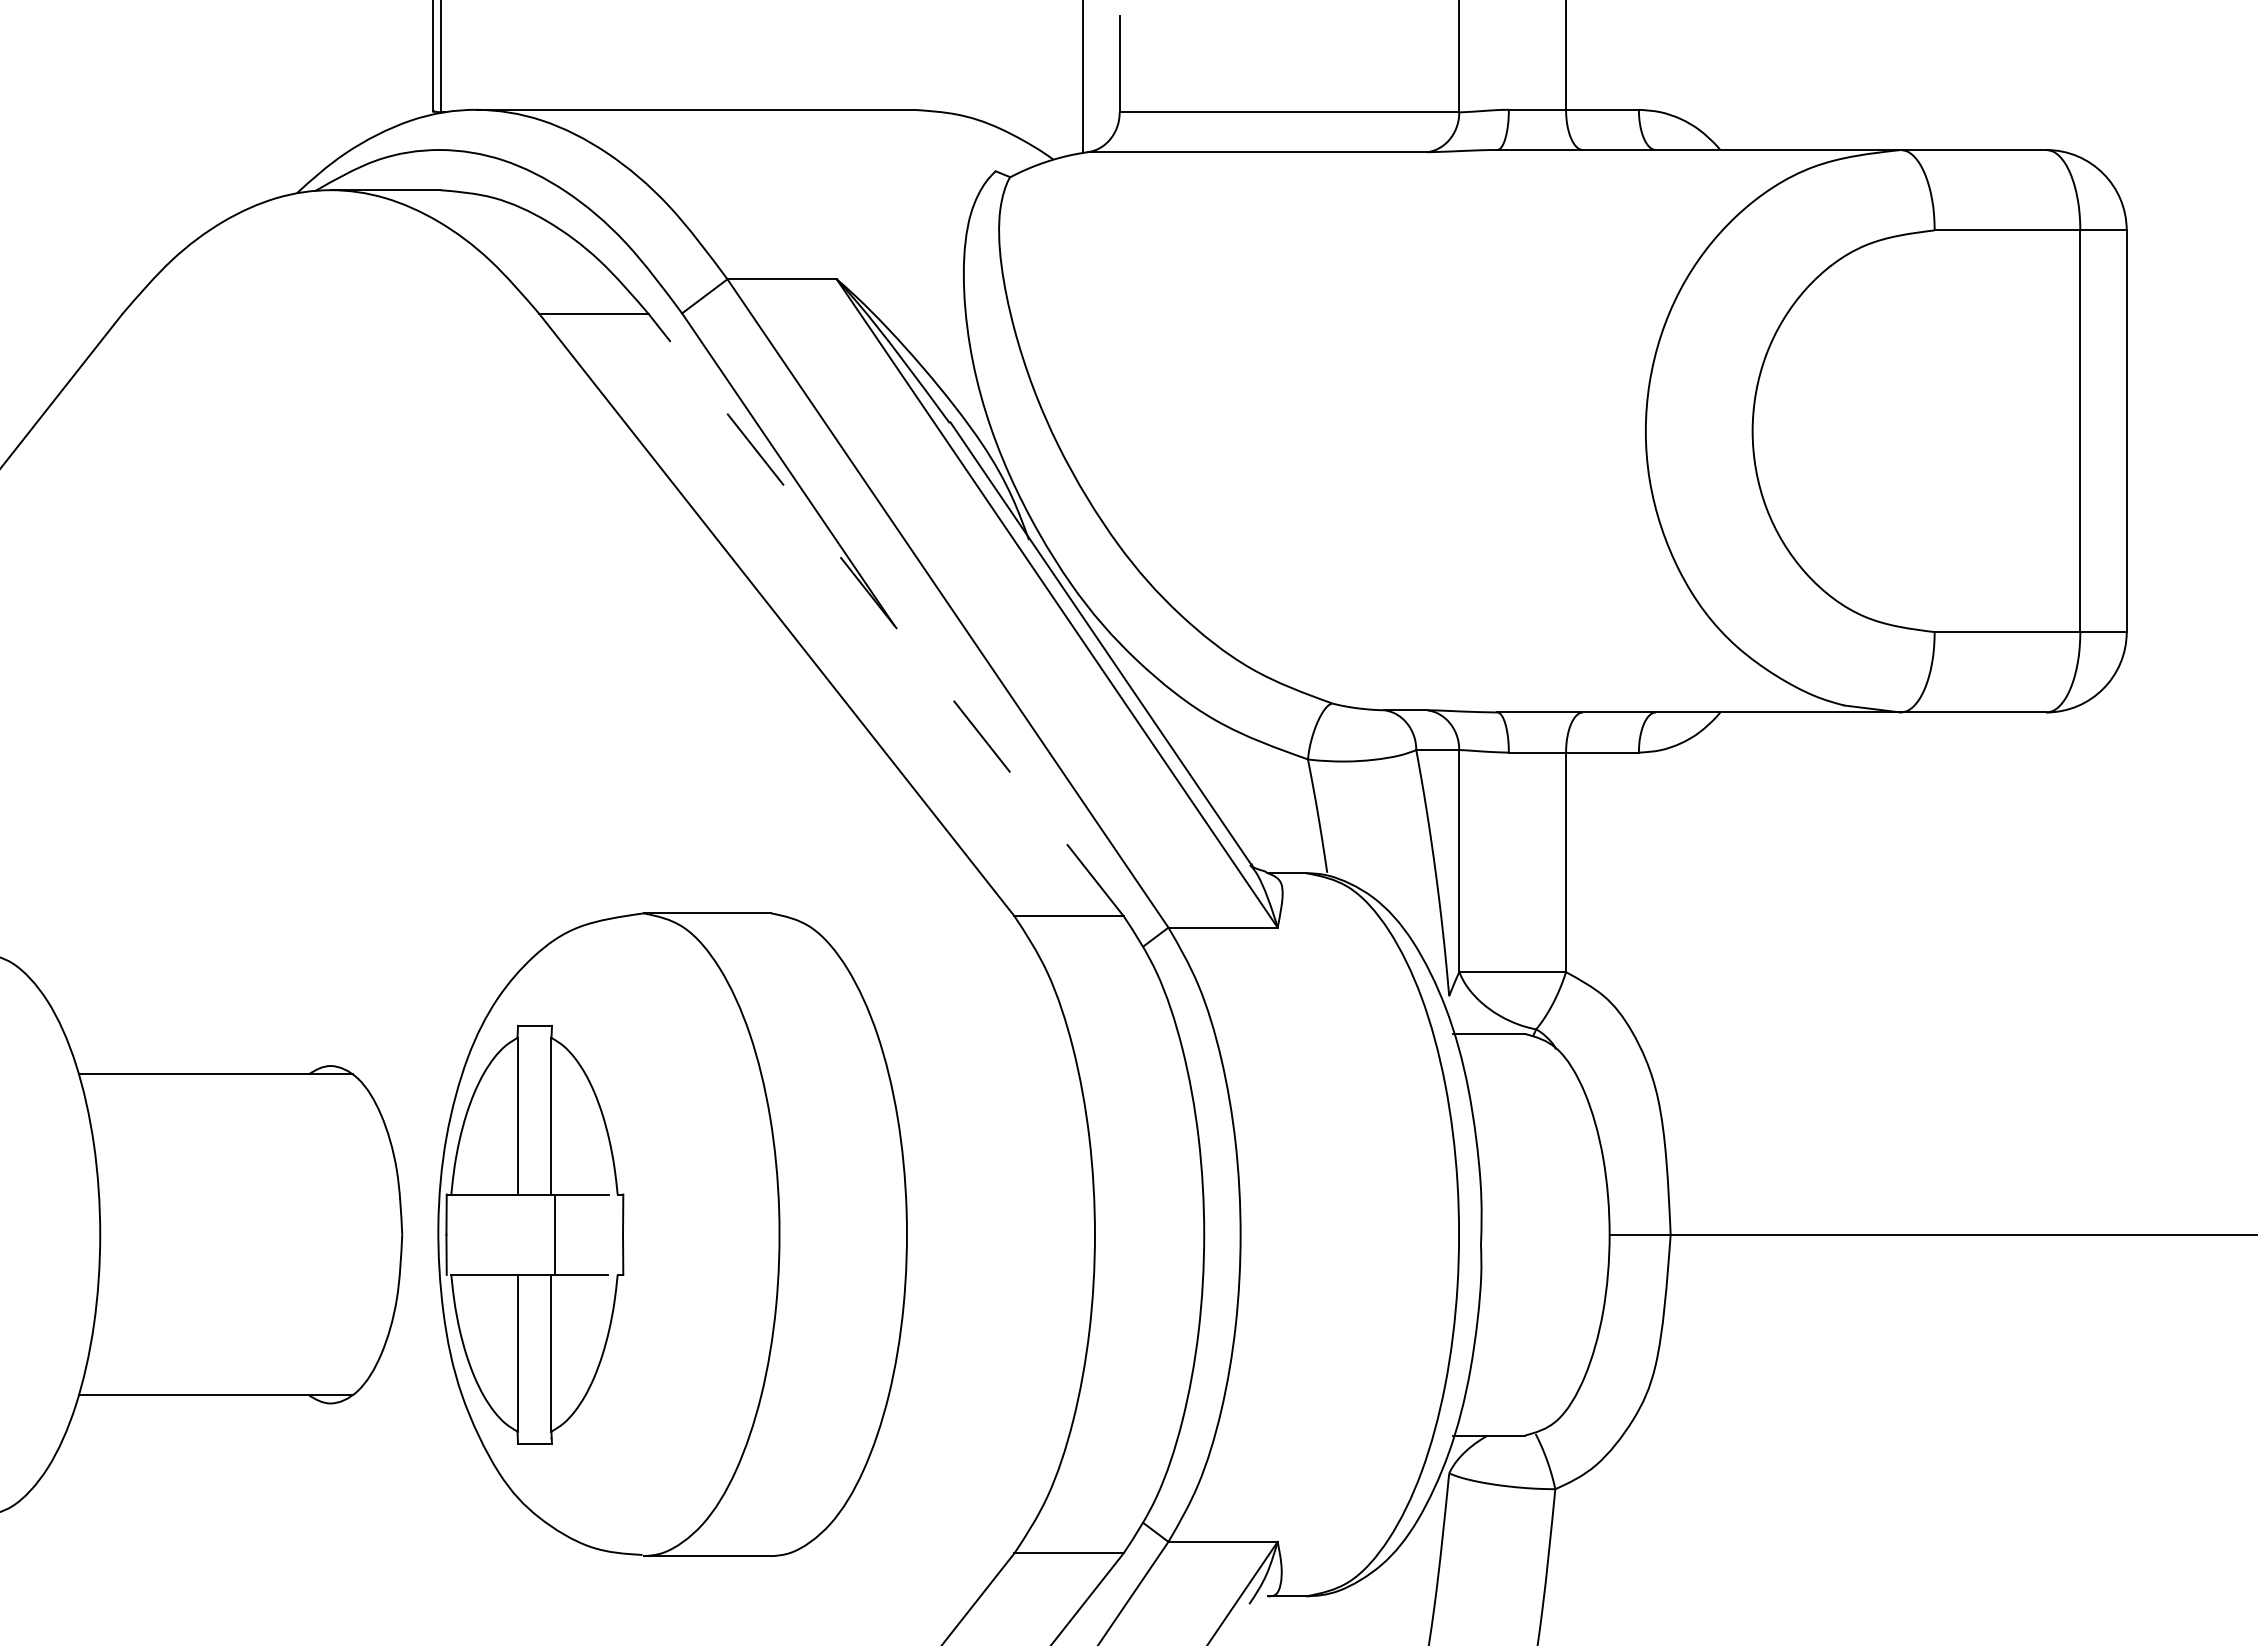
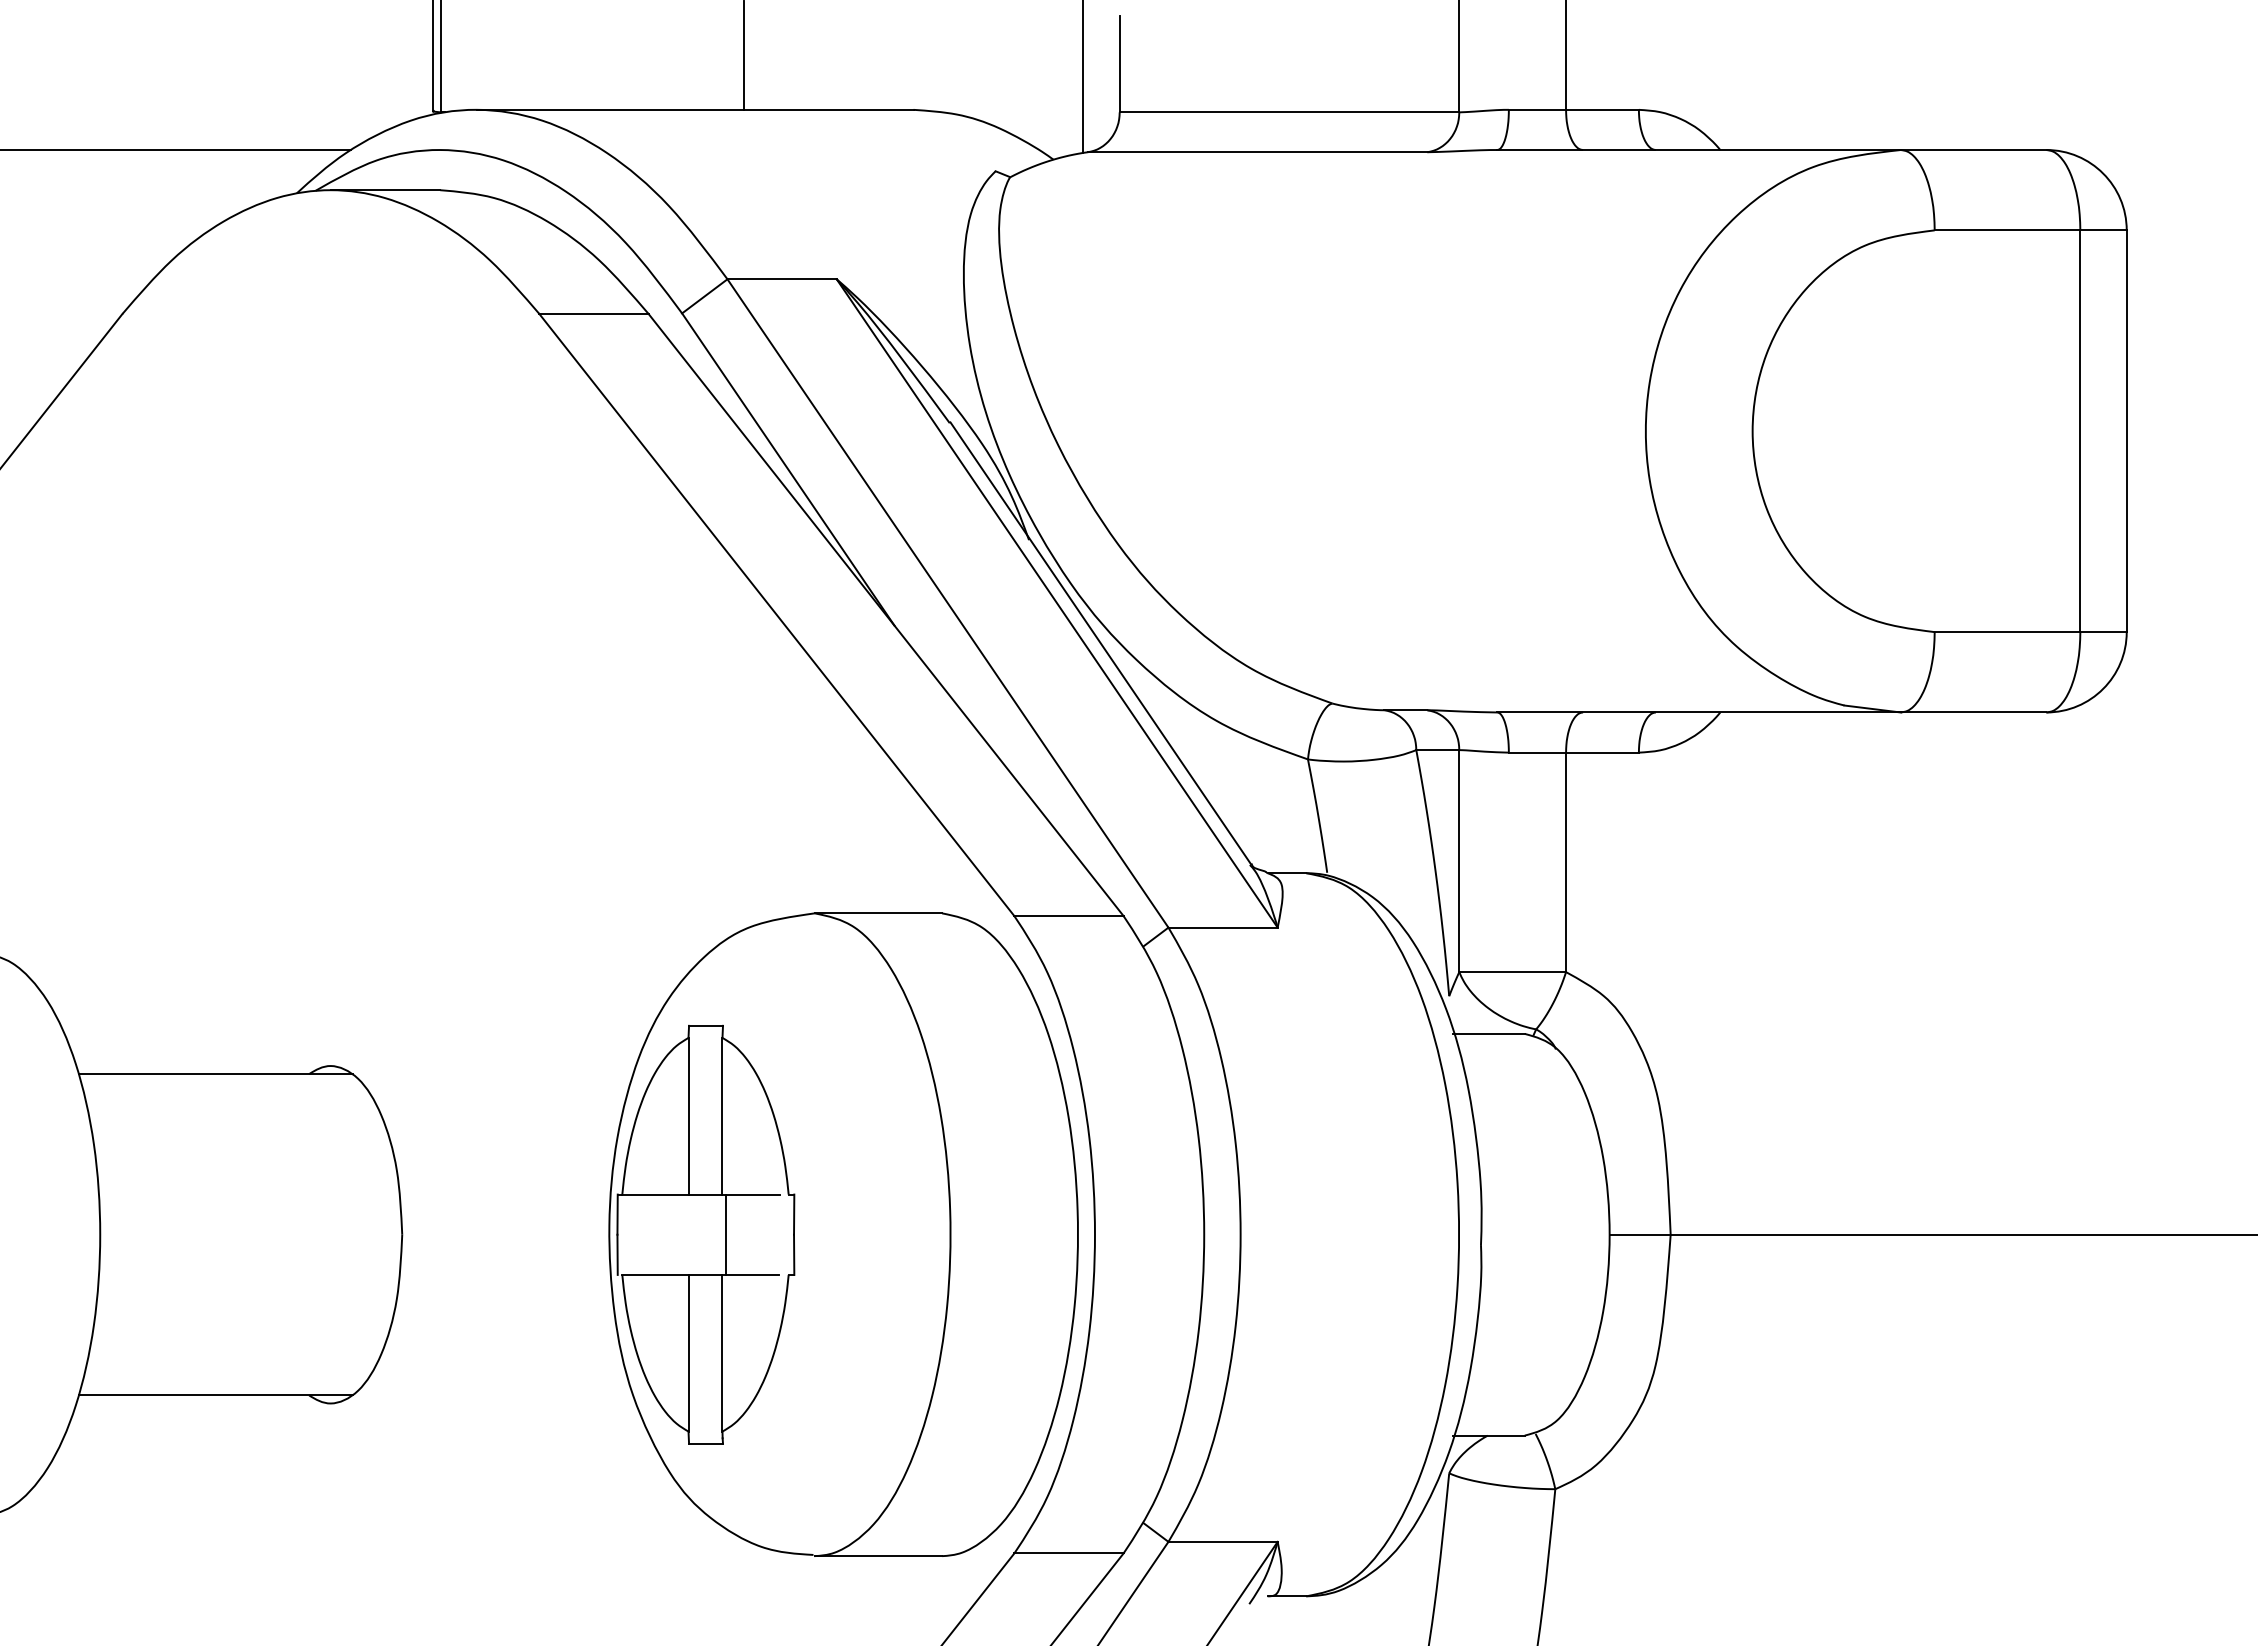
line at (743, 55): none -> present
line at (176, 150): none -> present
line at (885, 614): dashed -> solid
part at (672, 1234) position: (672, 1234) -> (843, 1234)
